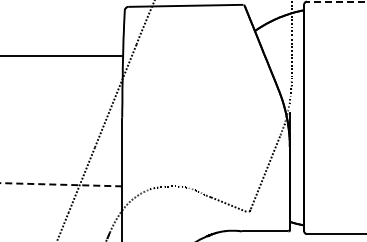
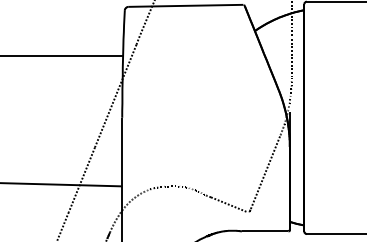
line at (336, 1): dashed -> solid
line at (61, 184): dashed -> solid
